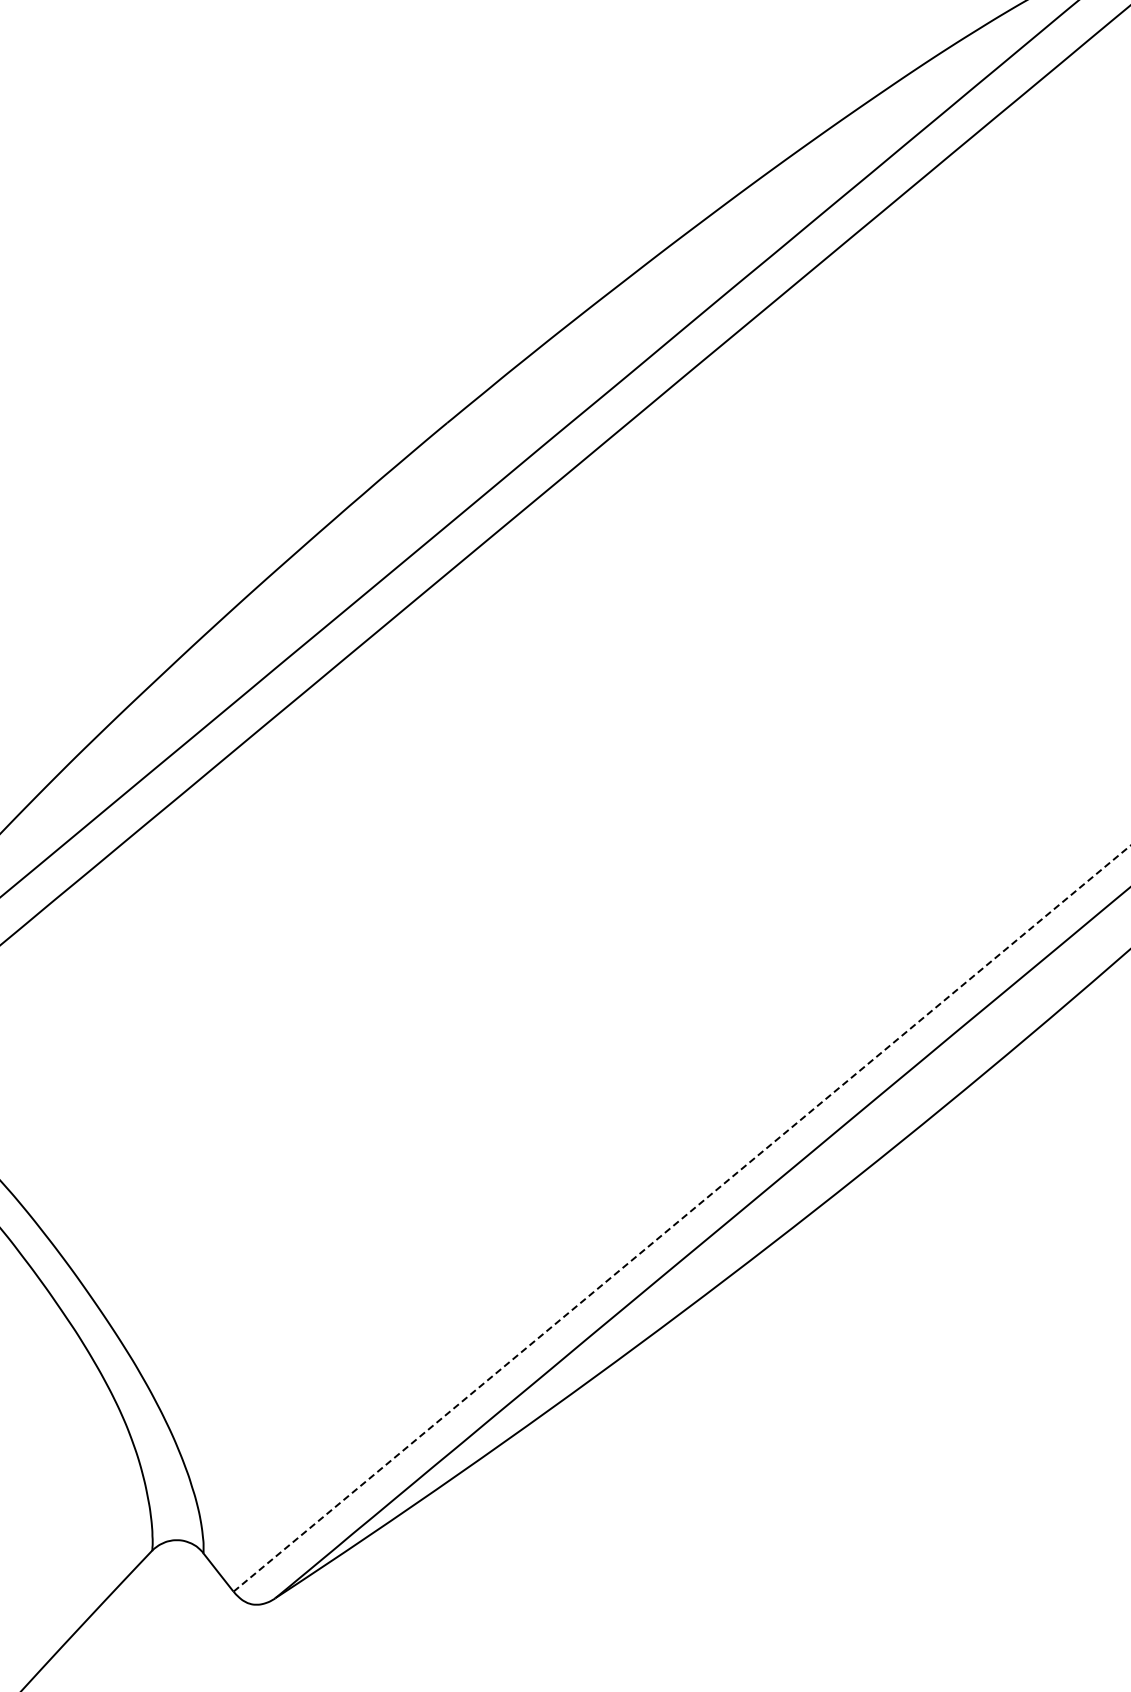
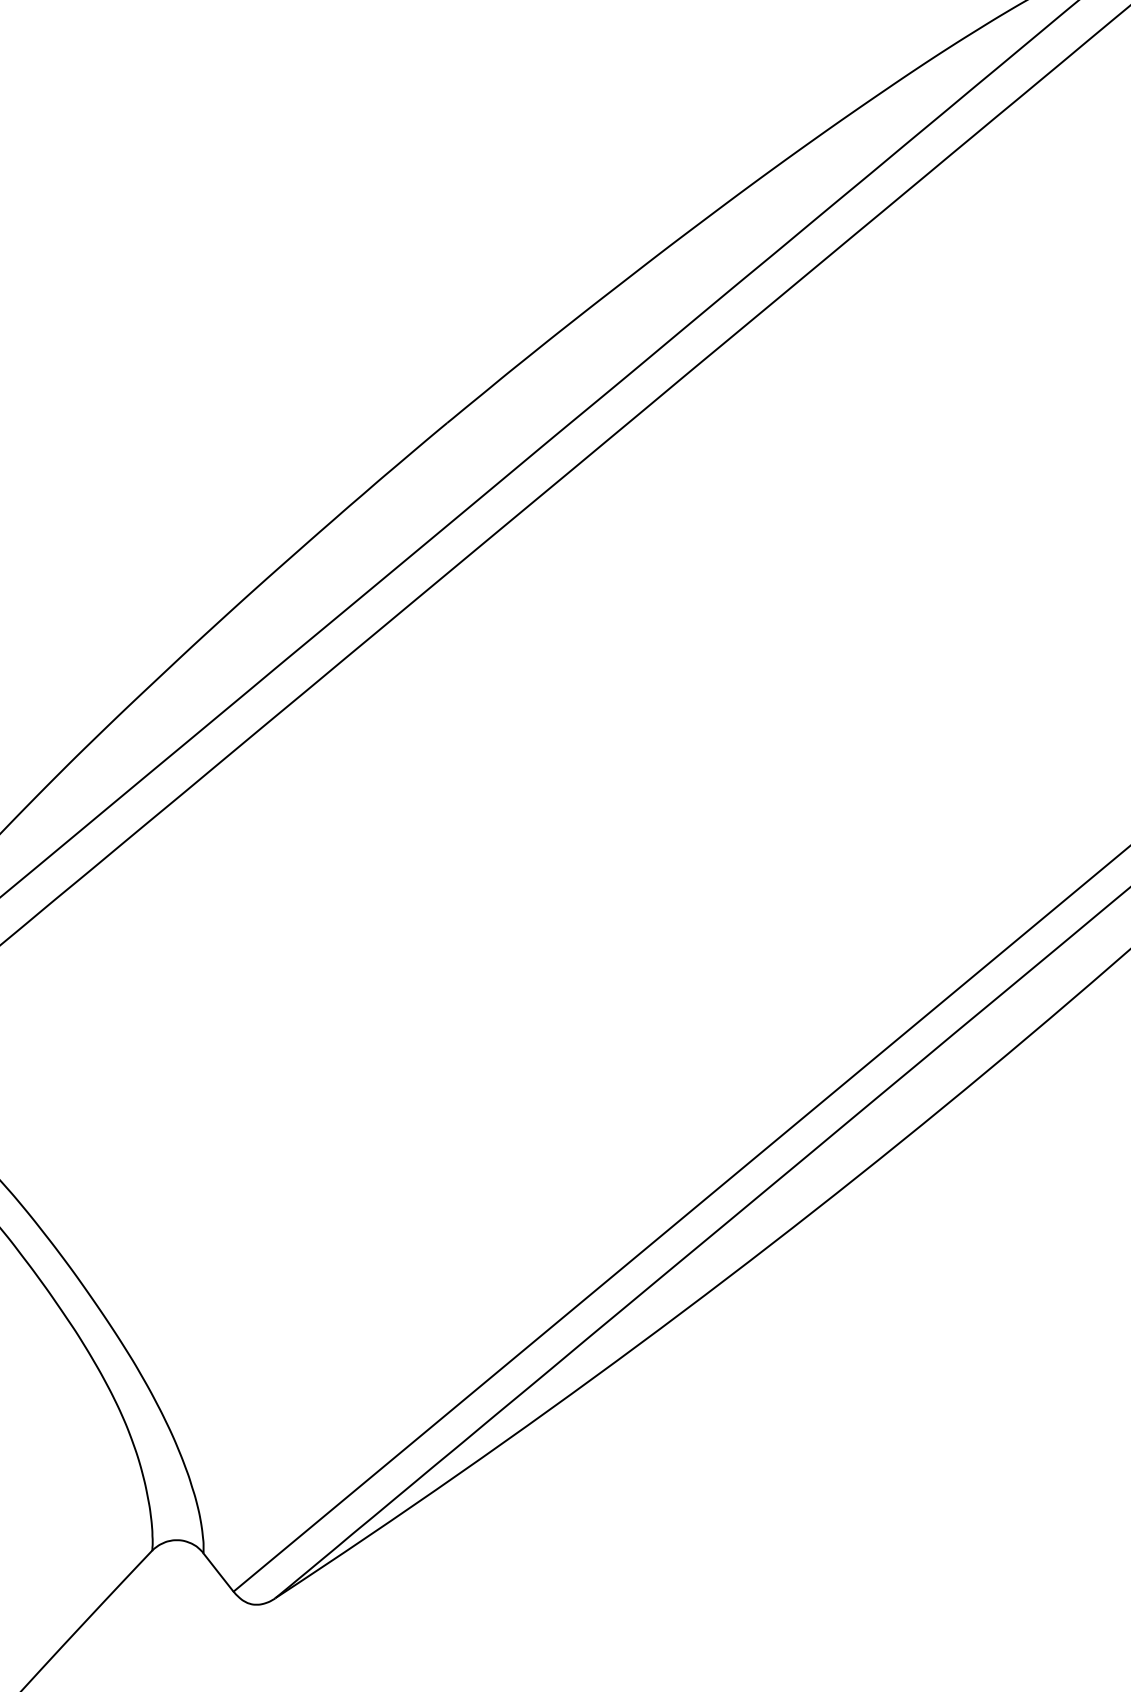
line at (682, 1218): dashed -> solid
